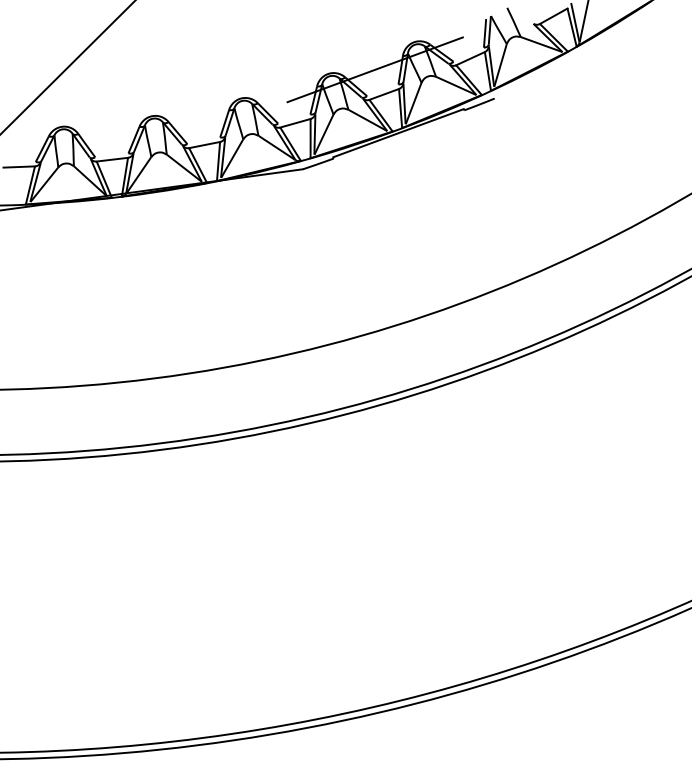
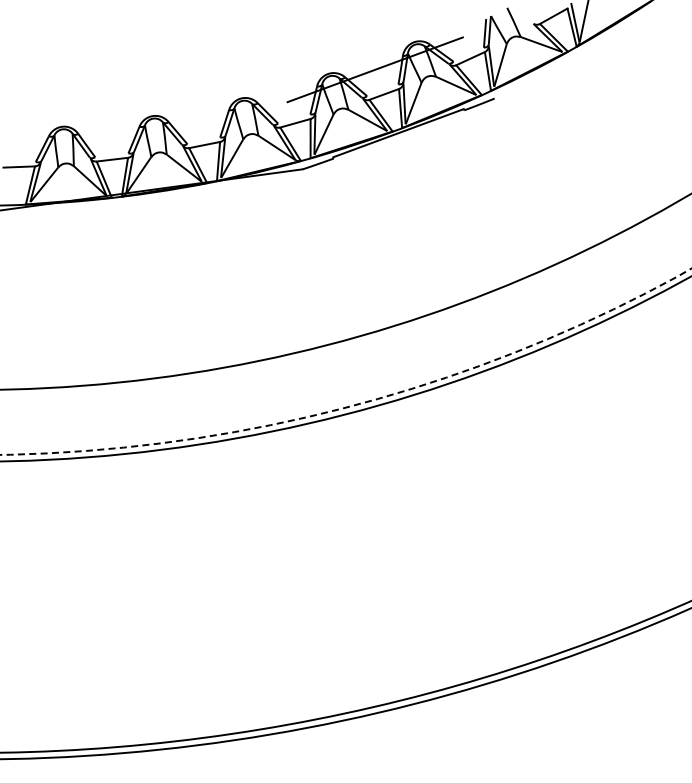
line at (67, 67): present -> none
arc at (358, 404): solid -> dashed
